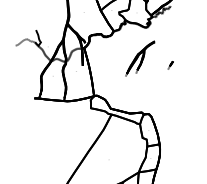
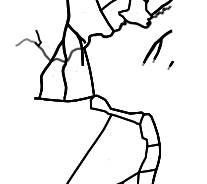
part at (140, 58) position: (140, 58) -> (157, 47)
